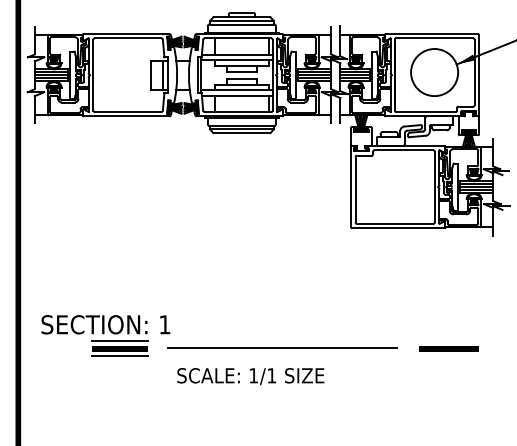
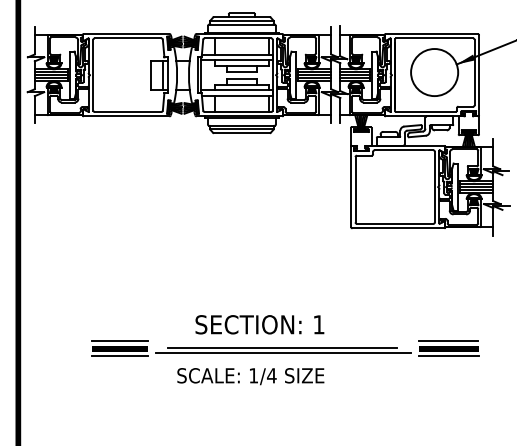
text at (105, 324) position: (105, 324) -> (259, 324)
line at (448, 341): none -> present
line at (283, 353): none -> present
line at (449, 356): none -> present
text at (271, 375): 1/1 -> 1/4
